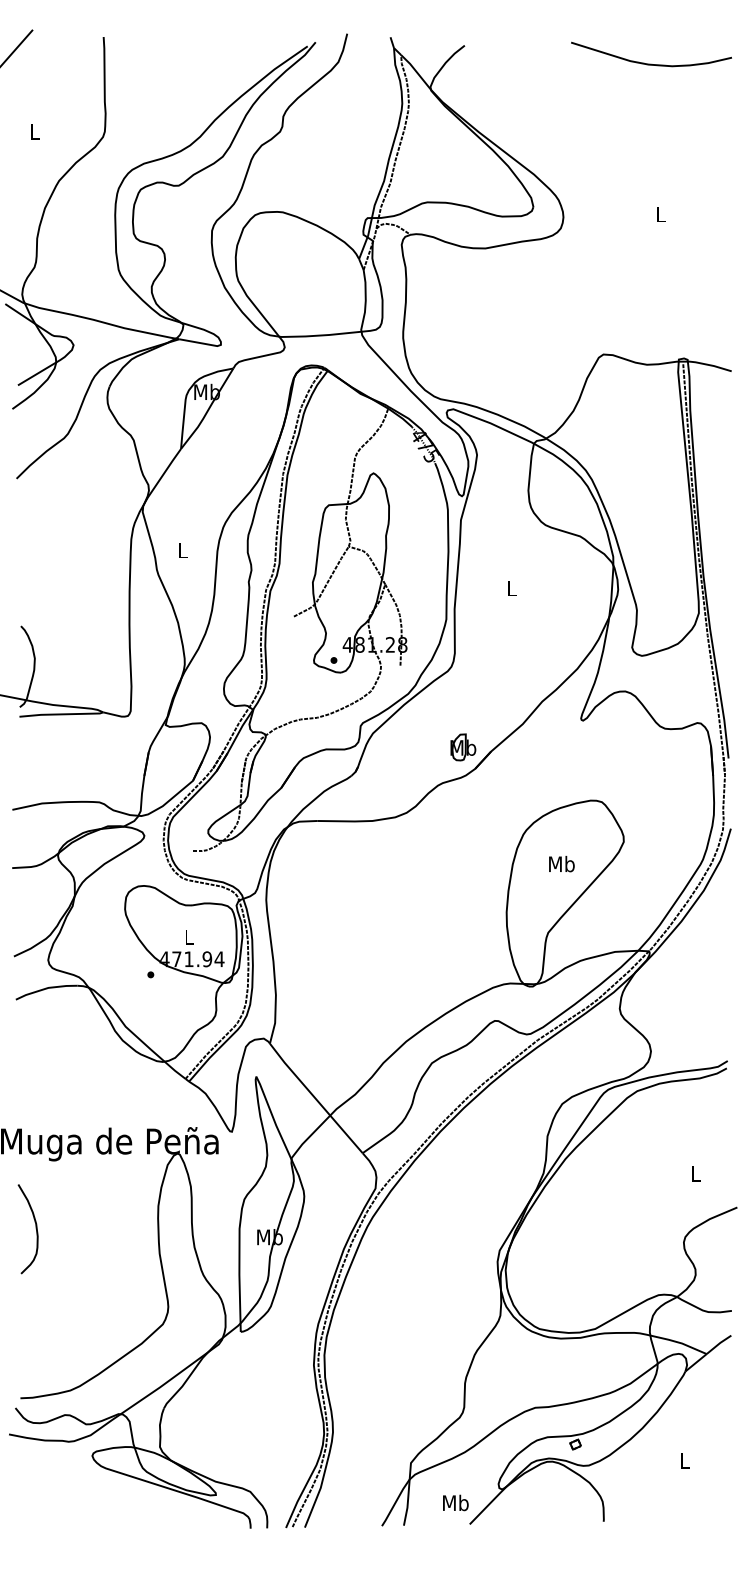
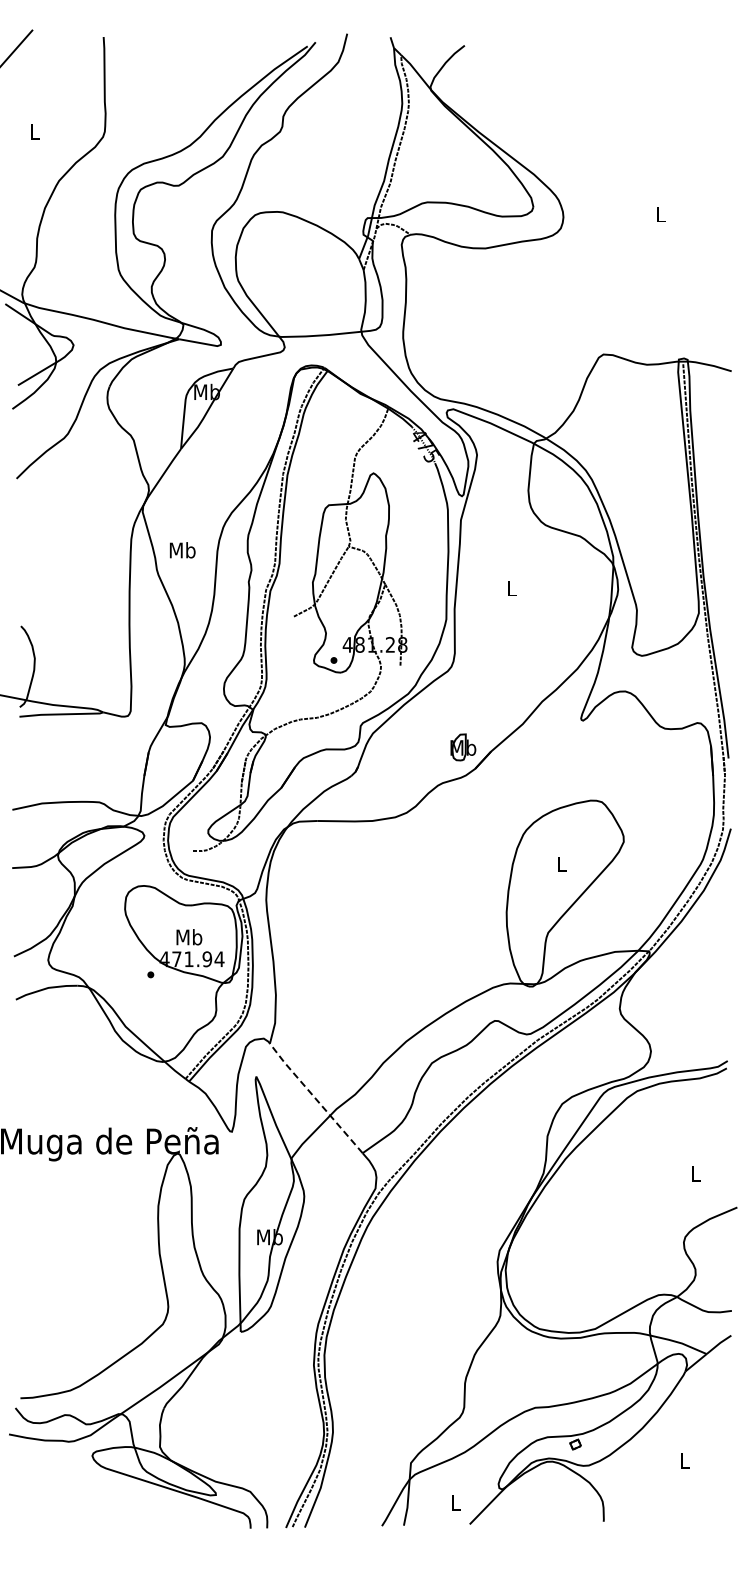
curve at (651, 63): present -> none
text at (182, 550): L -> Mb
text at (561, 863): Mb -> L
text at (189, 937): L -> Mb
line at (315, 1098): solid -> dashed
curve at (35, 1228): present -> none
text at (455, 1502): Mb -> L
